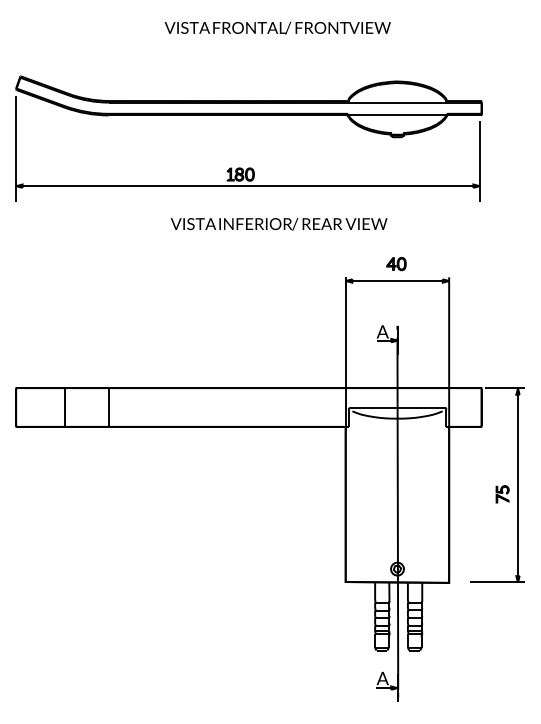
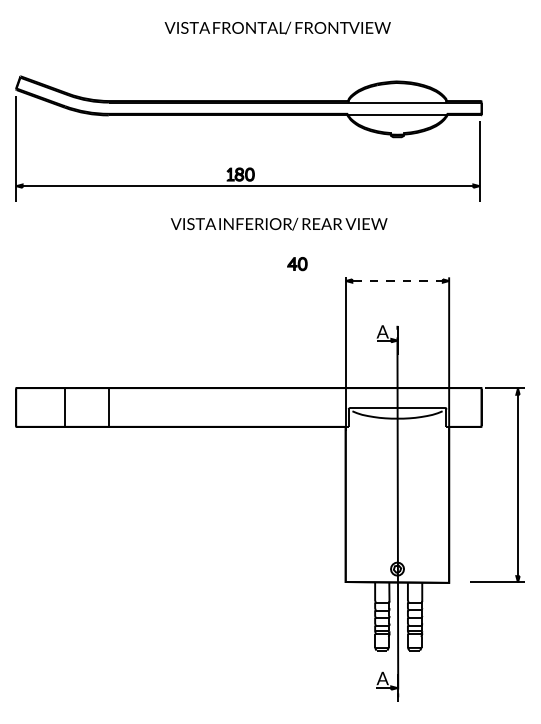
part at (396, 264) position: (396, 264) -> (297, 264)
line at (397, 281): solid -> dashed
part at (502, 494): present -> none
